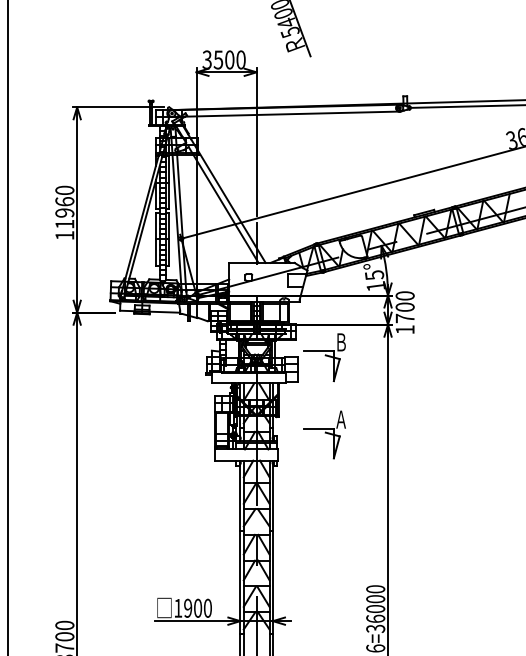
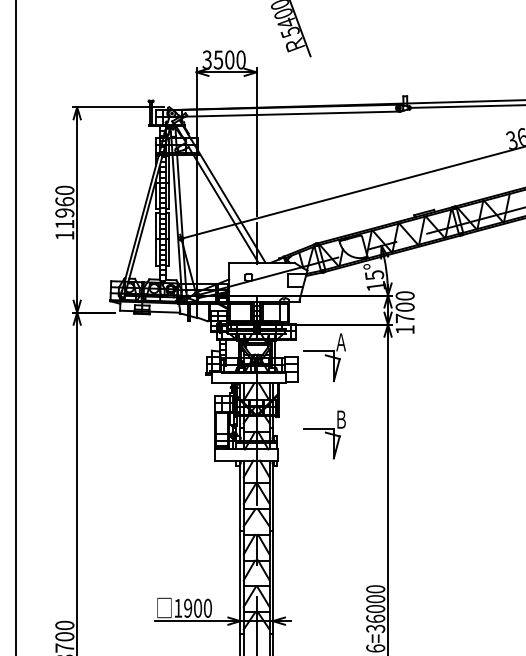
line at (7, 327) position: (7, 327) -> (15, 327)
text at (340, 342): Ｂ -> Ａ
text at (340, 419): Ａ -> Ｂ
